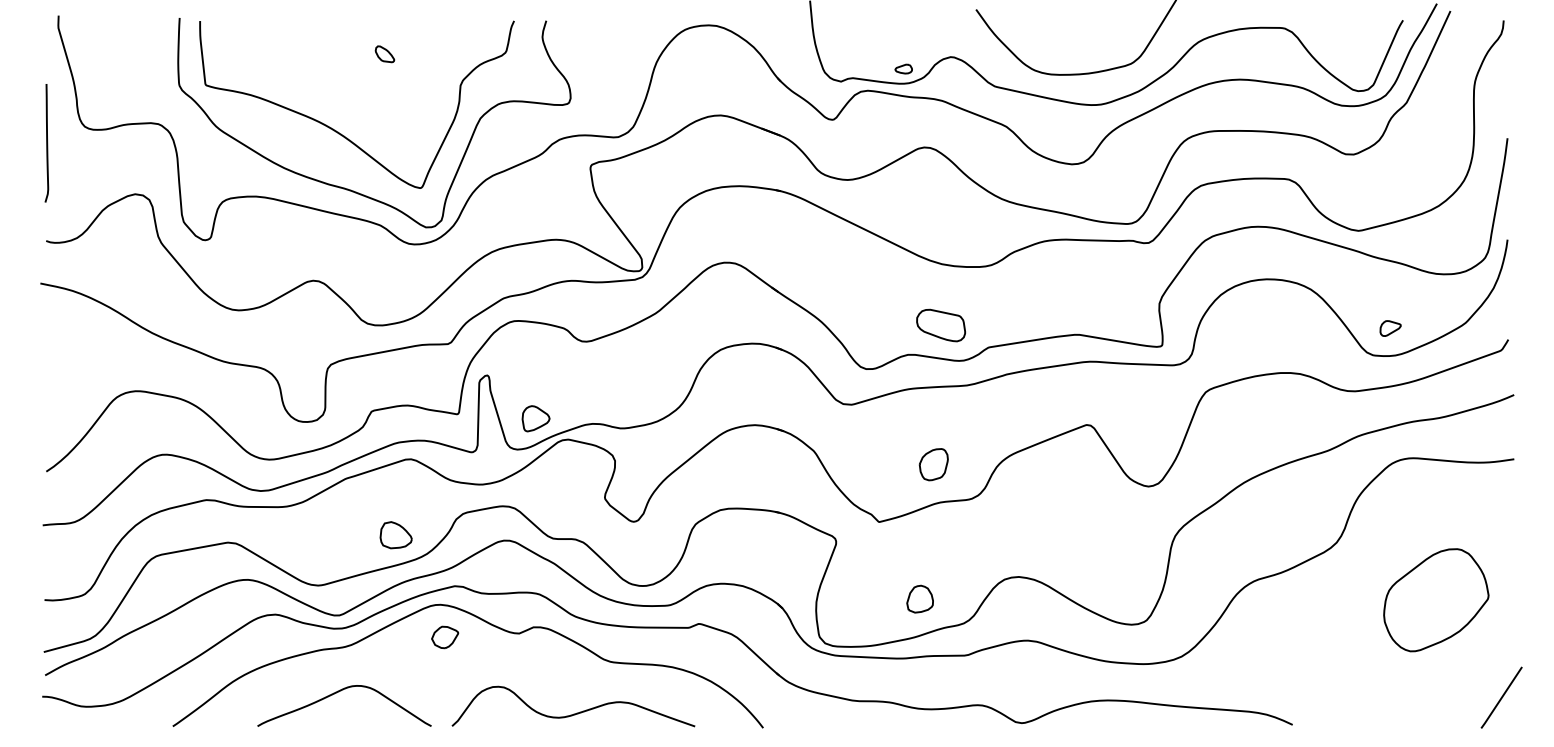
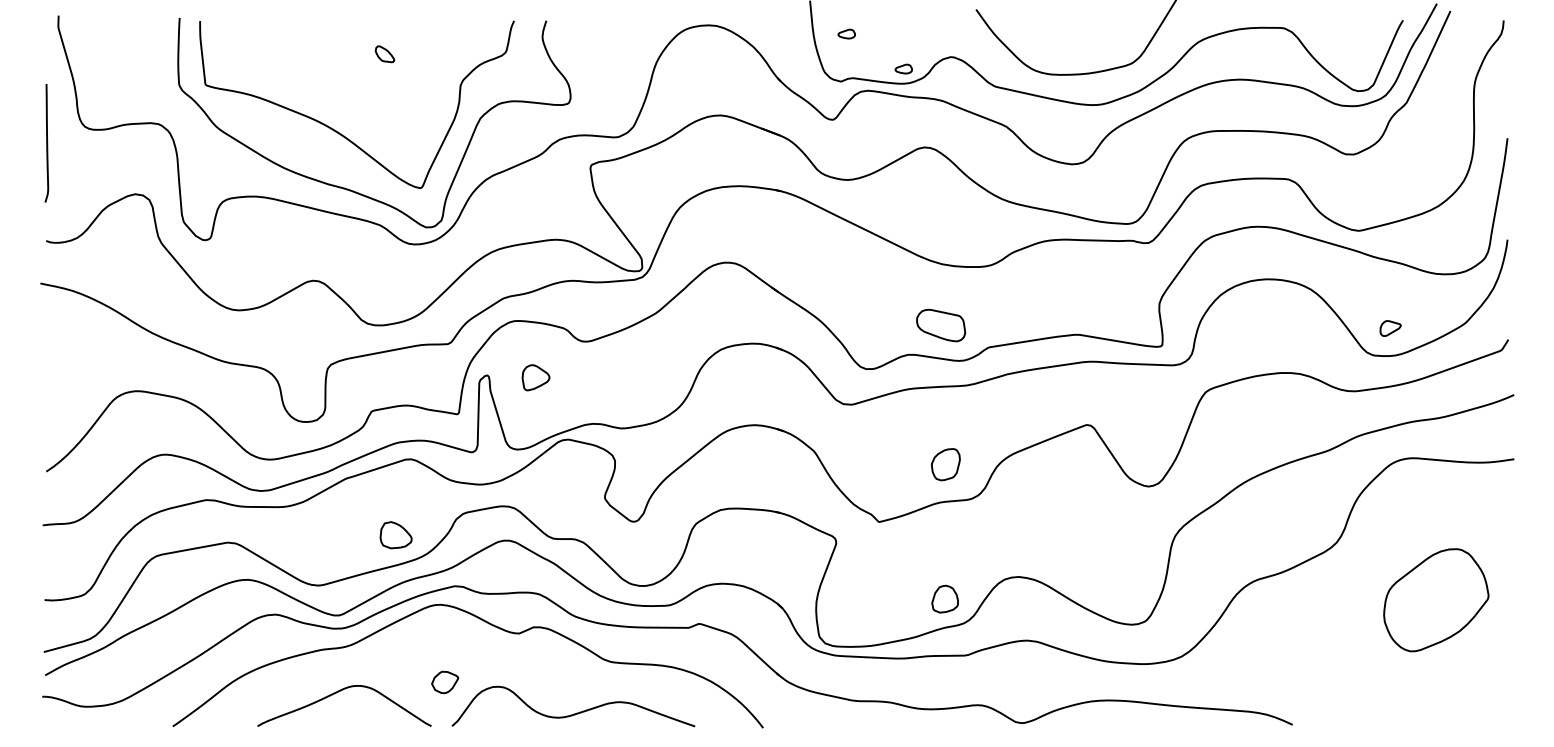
part at (846, 33): none -> present
part at (535, 418) position: (535, 418) -> (535, 377)
part at (933, 464) position: (933, 464) -> (945, 464)
part at (919, 598) position: (919, 598) -> (944, 598)
part at (445, 637) position: (445, 637) -> (445, 682)
line at (1501, 697): present -> none
